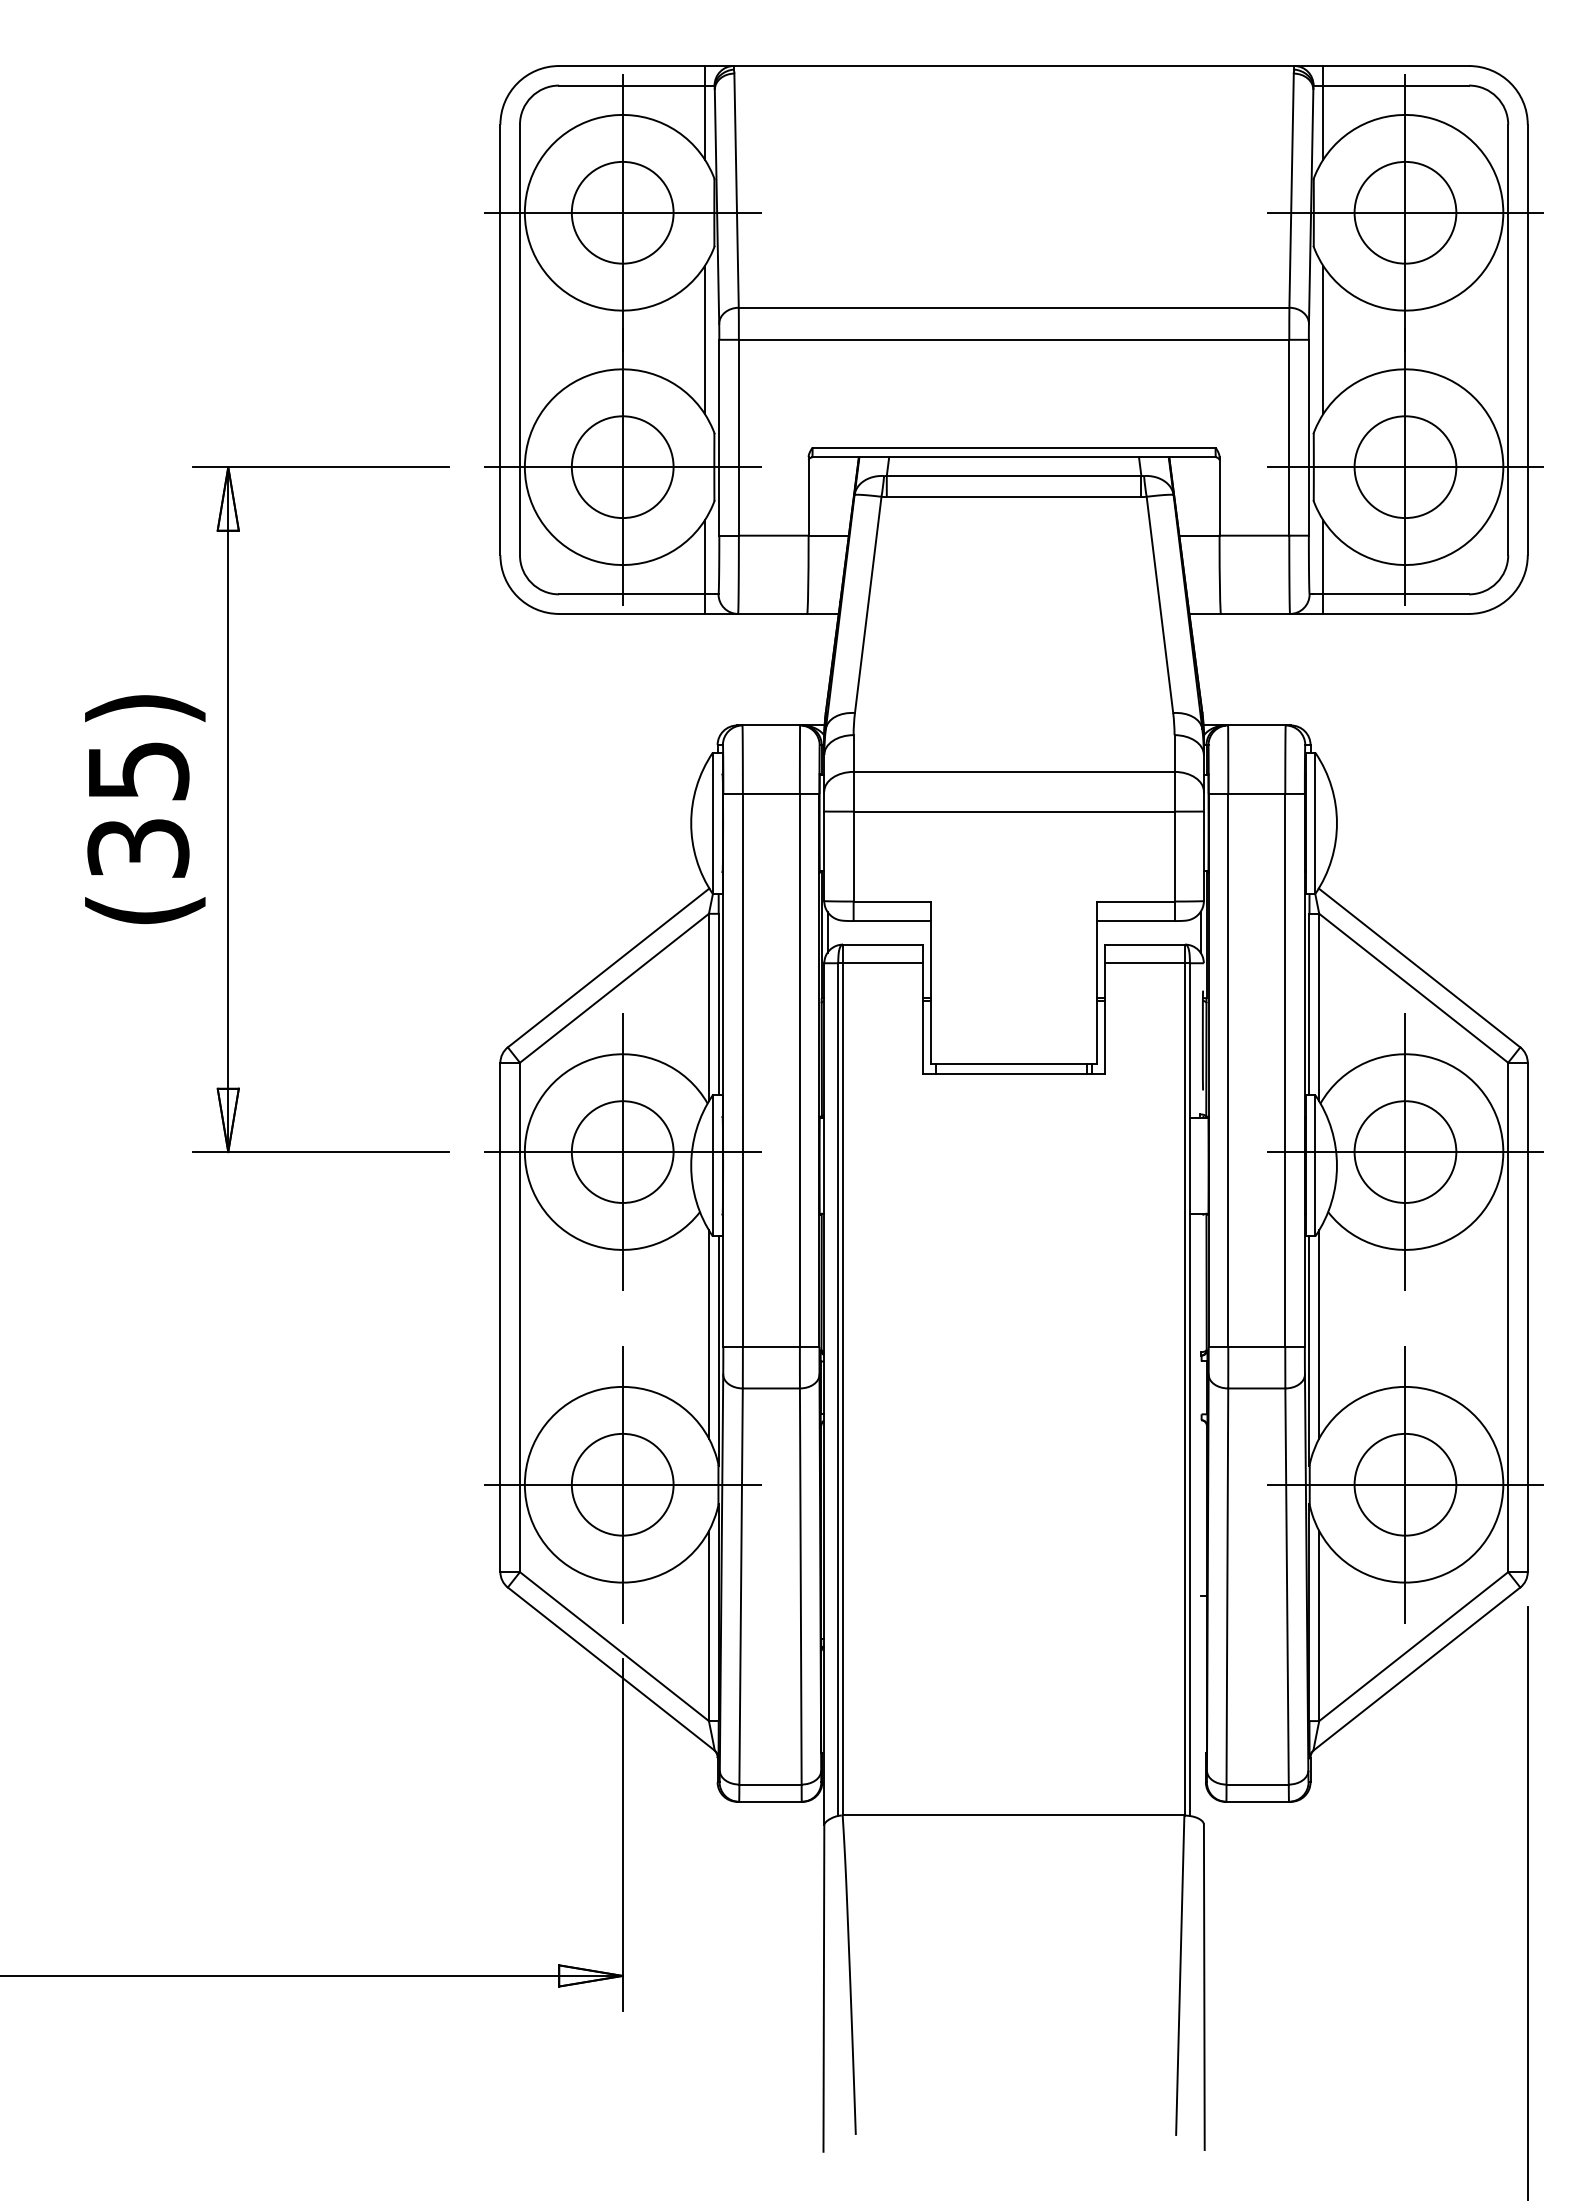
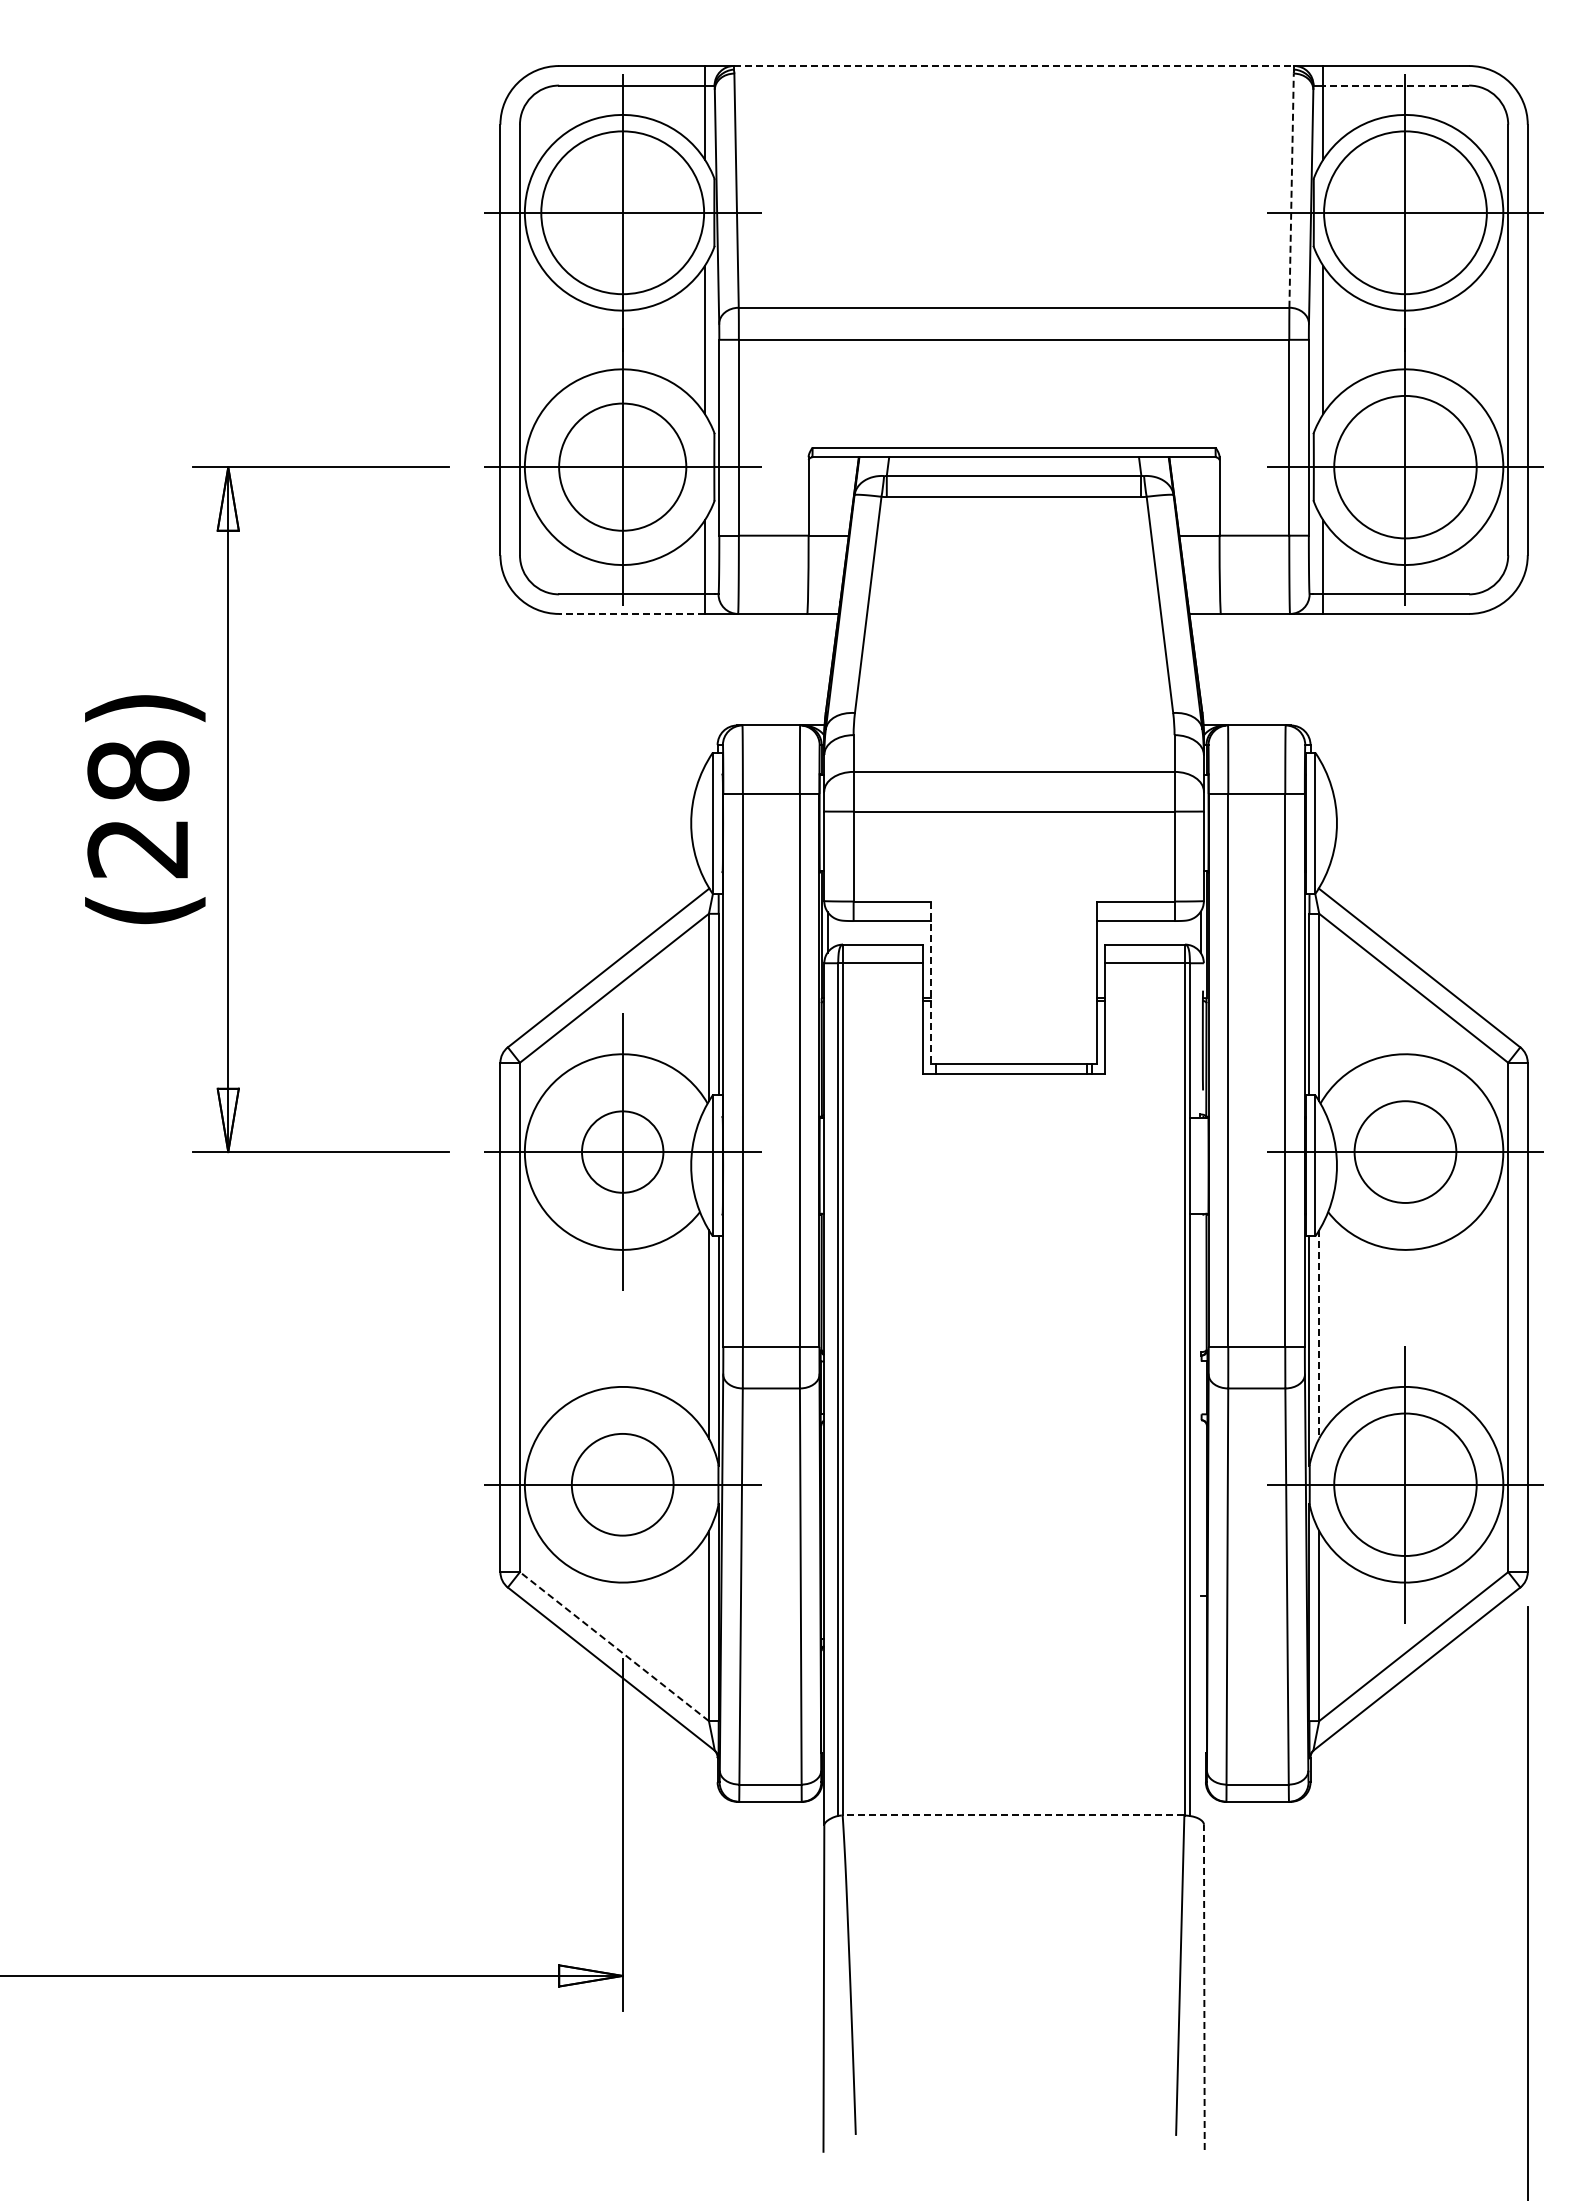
line at (1014, 66): solid -> dashed
line at (1396, 85): solid -> dashed
line at (1291, 190): solid -> dashed
circle at (622, 212) diameter: 102 px -> 163 px
circle at (1405, 212) diameter: 102 px -> 163 px
circle at (622, 467) diameter: 102 px -> 127 px
circle at (1405, 467) diameter: 102 px -> 142 px
line at (632, 613): solid -> dashed
text at (138, 809): 35 -> 28
line at (930, 983): solid -> dashed
circle at (622, 1151) diameter: 102 px -> 81 px
line at (1405, 1152): present -> none
line at (1319, 1334): solid -> dashed
line at (622, 1484): present -> none
circle at (1405, 1484) diameter: 102 px -> 142 px
line at (614, 1646): solid -> dashed
line at (1013, 1815): solid -> dashed
line at (1204, 1987): solid -> dashed
